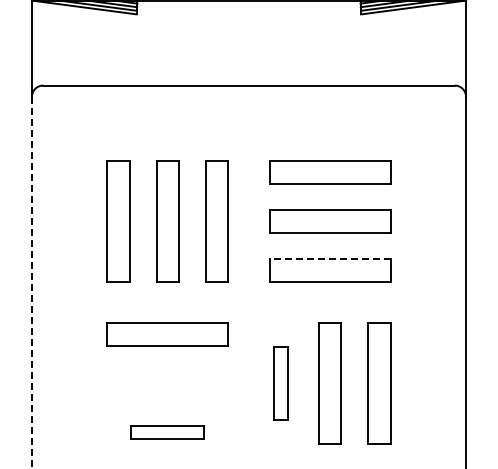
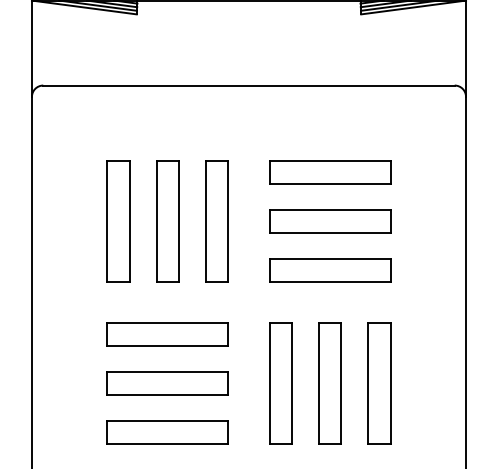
line at (329, 259): dashed -> solid
line at (31, 282): dashed -> solid
part at (167, 383): none -> present
part at (280, 383) size: 16x75 px -> 24x123 px
part at (167, 432) size: 75x15 px -> 123x25 px
